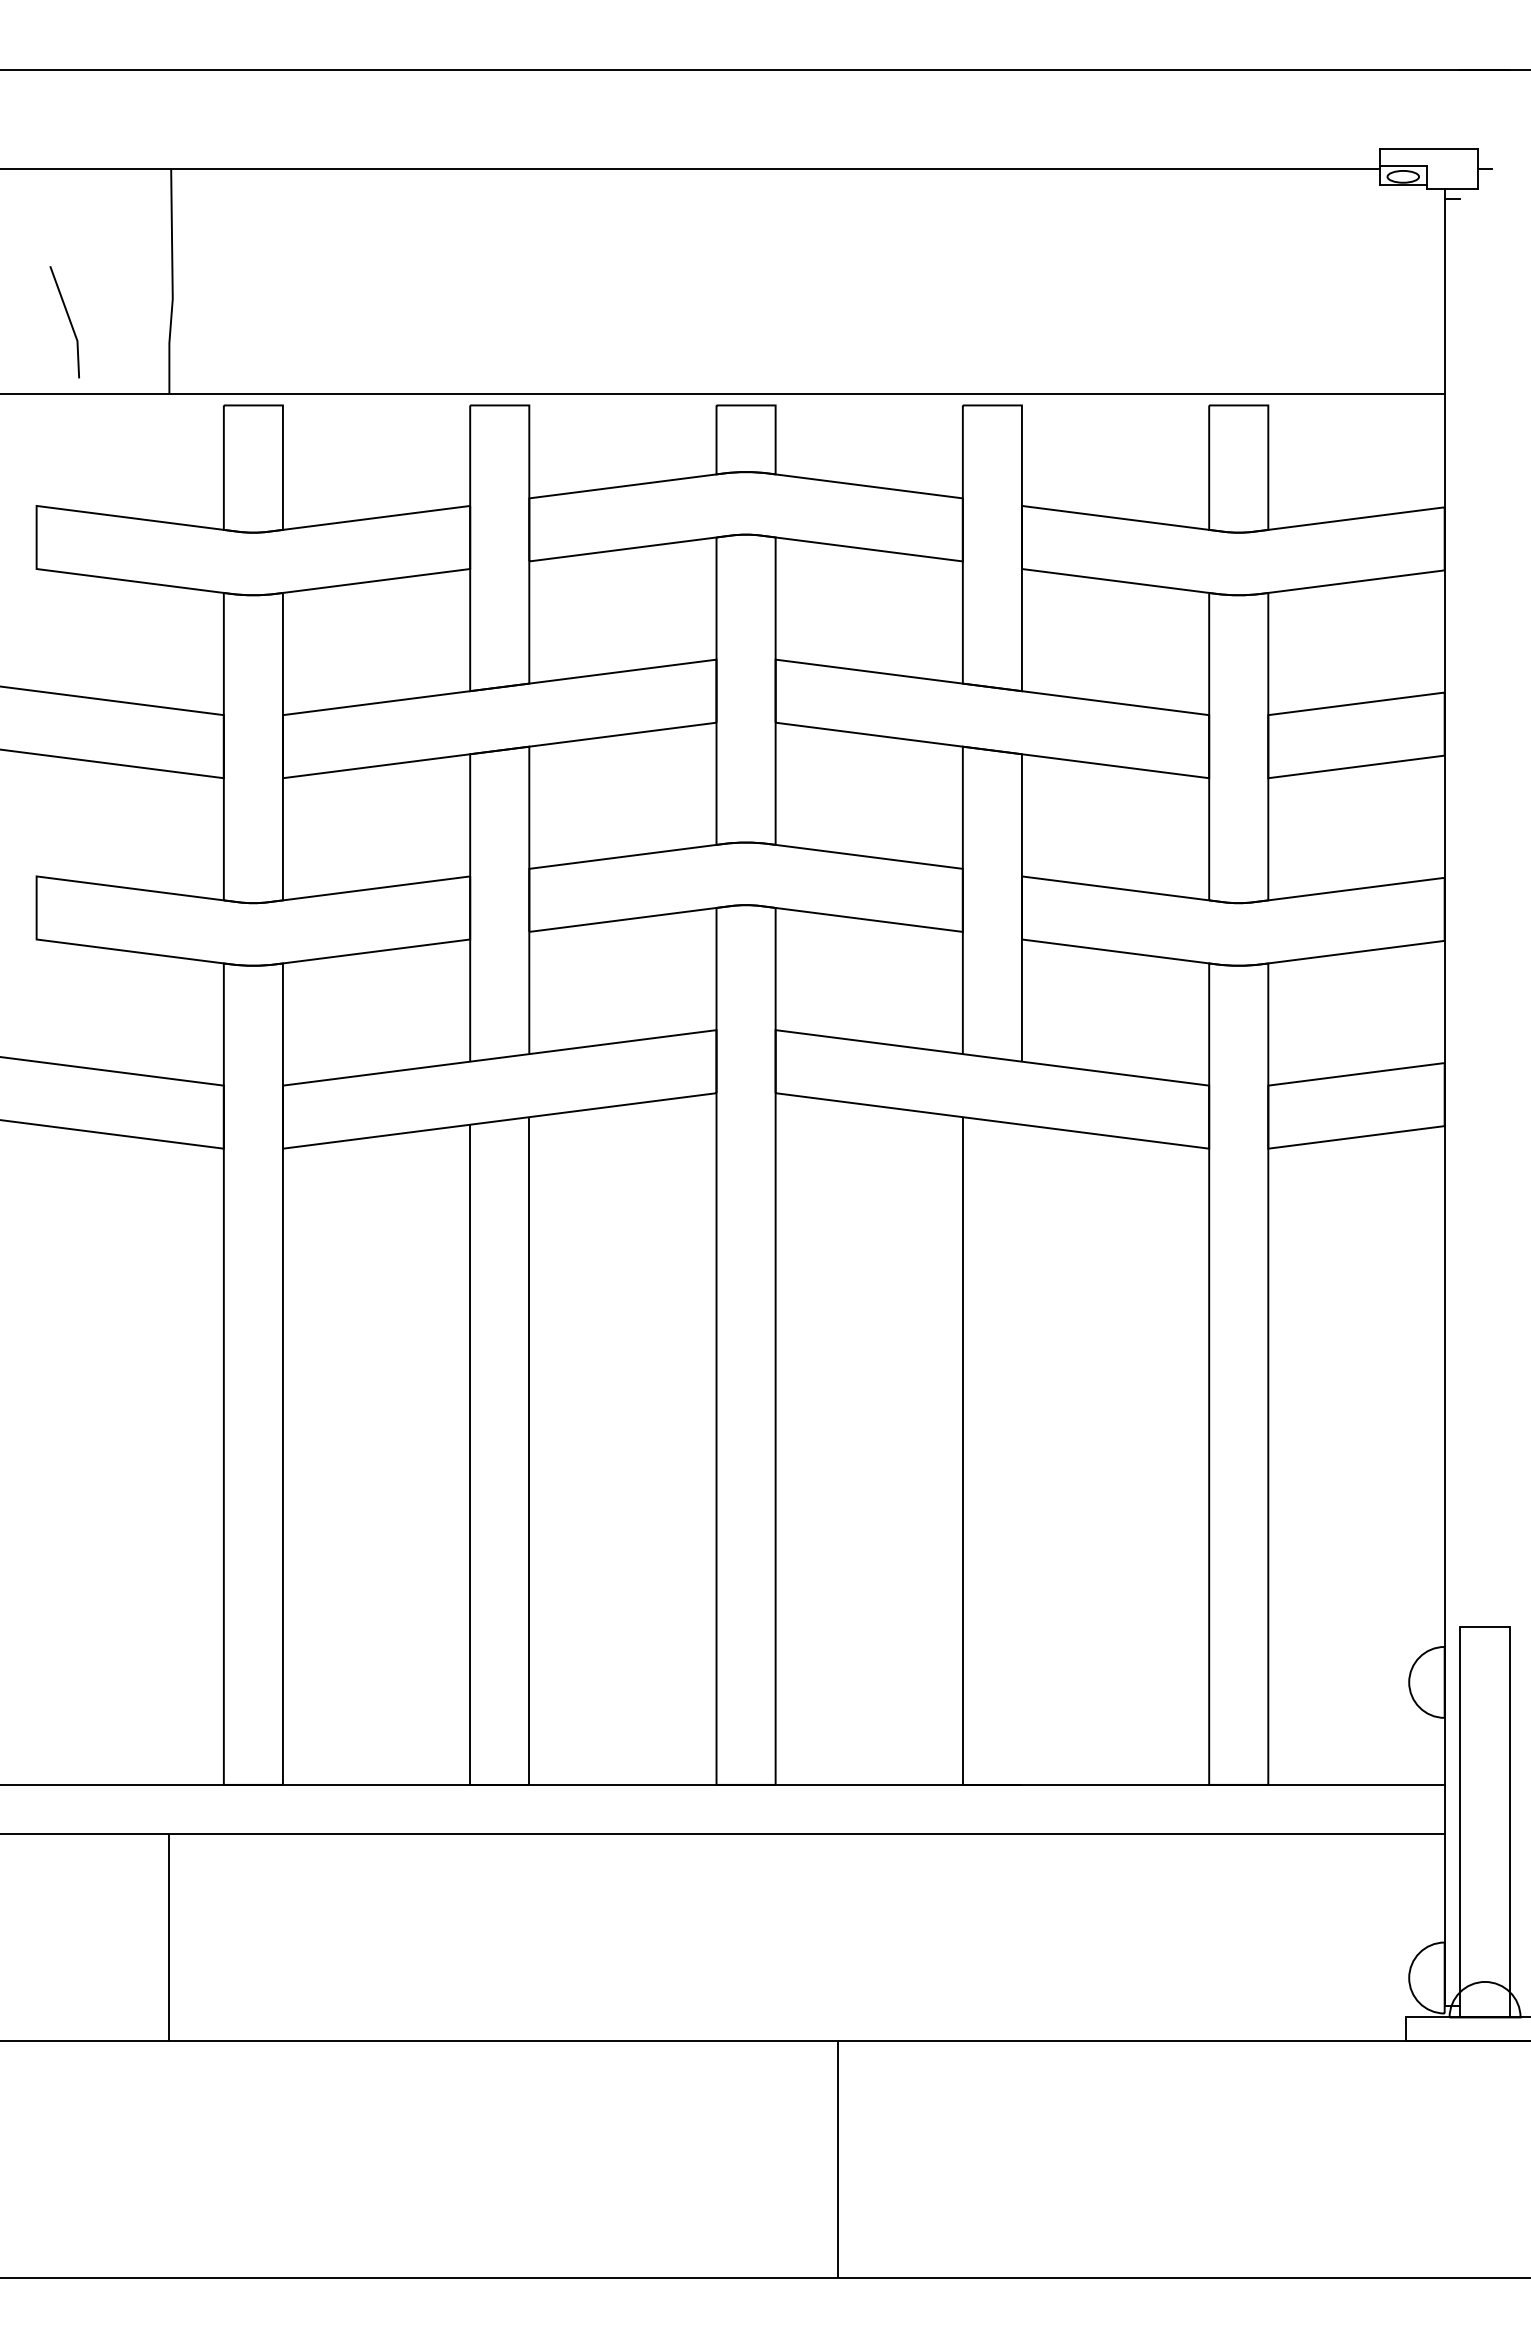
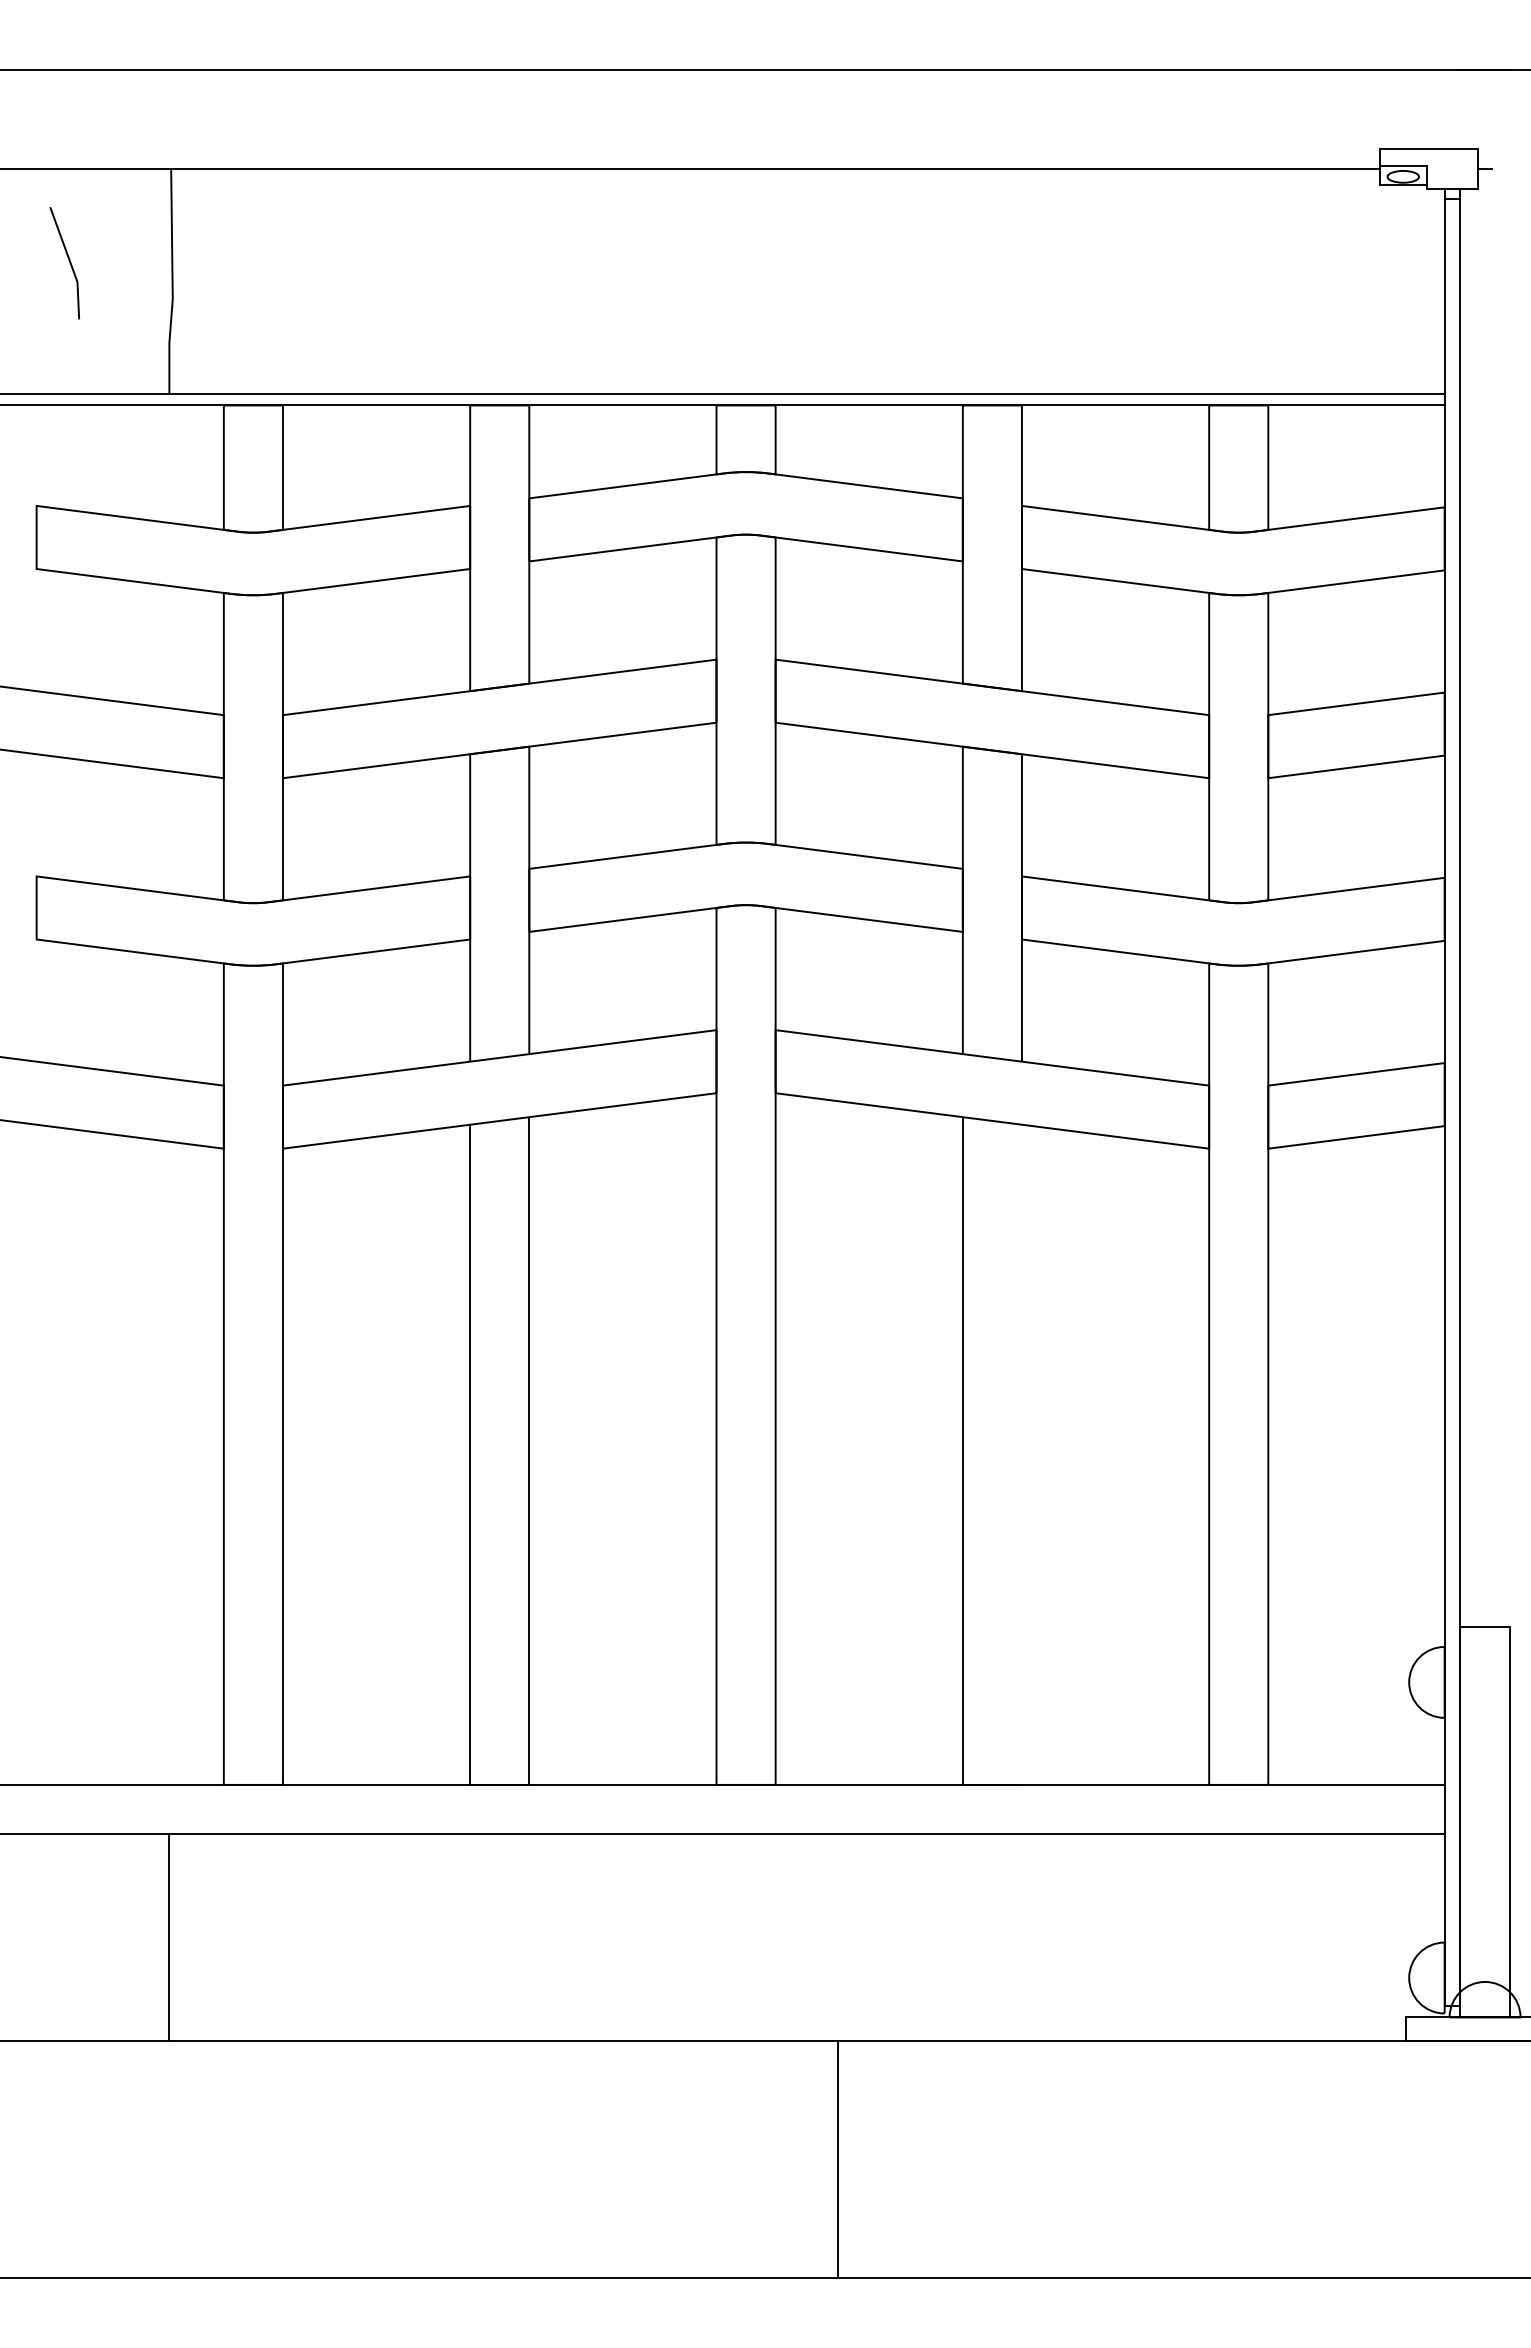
line at (68, 319) position: (68, 319) -> (68, 260)
line at (723, 405): none -> present
line at (1460, 1096): none -> present
